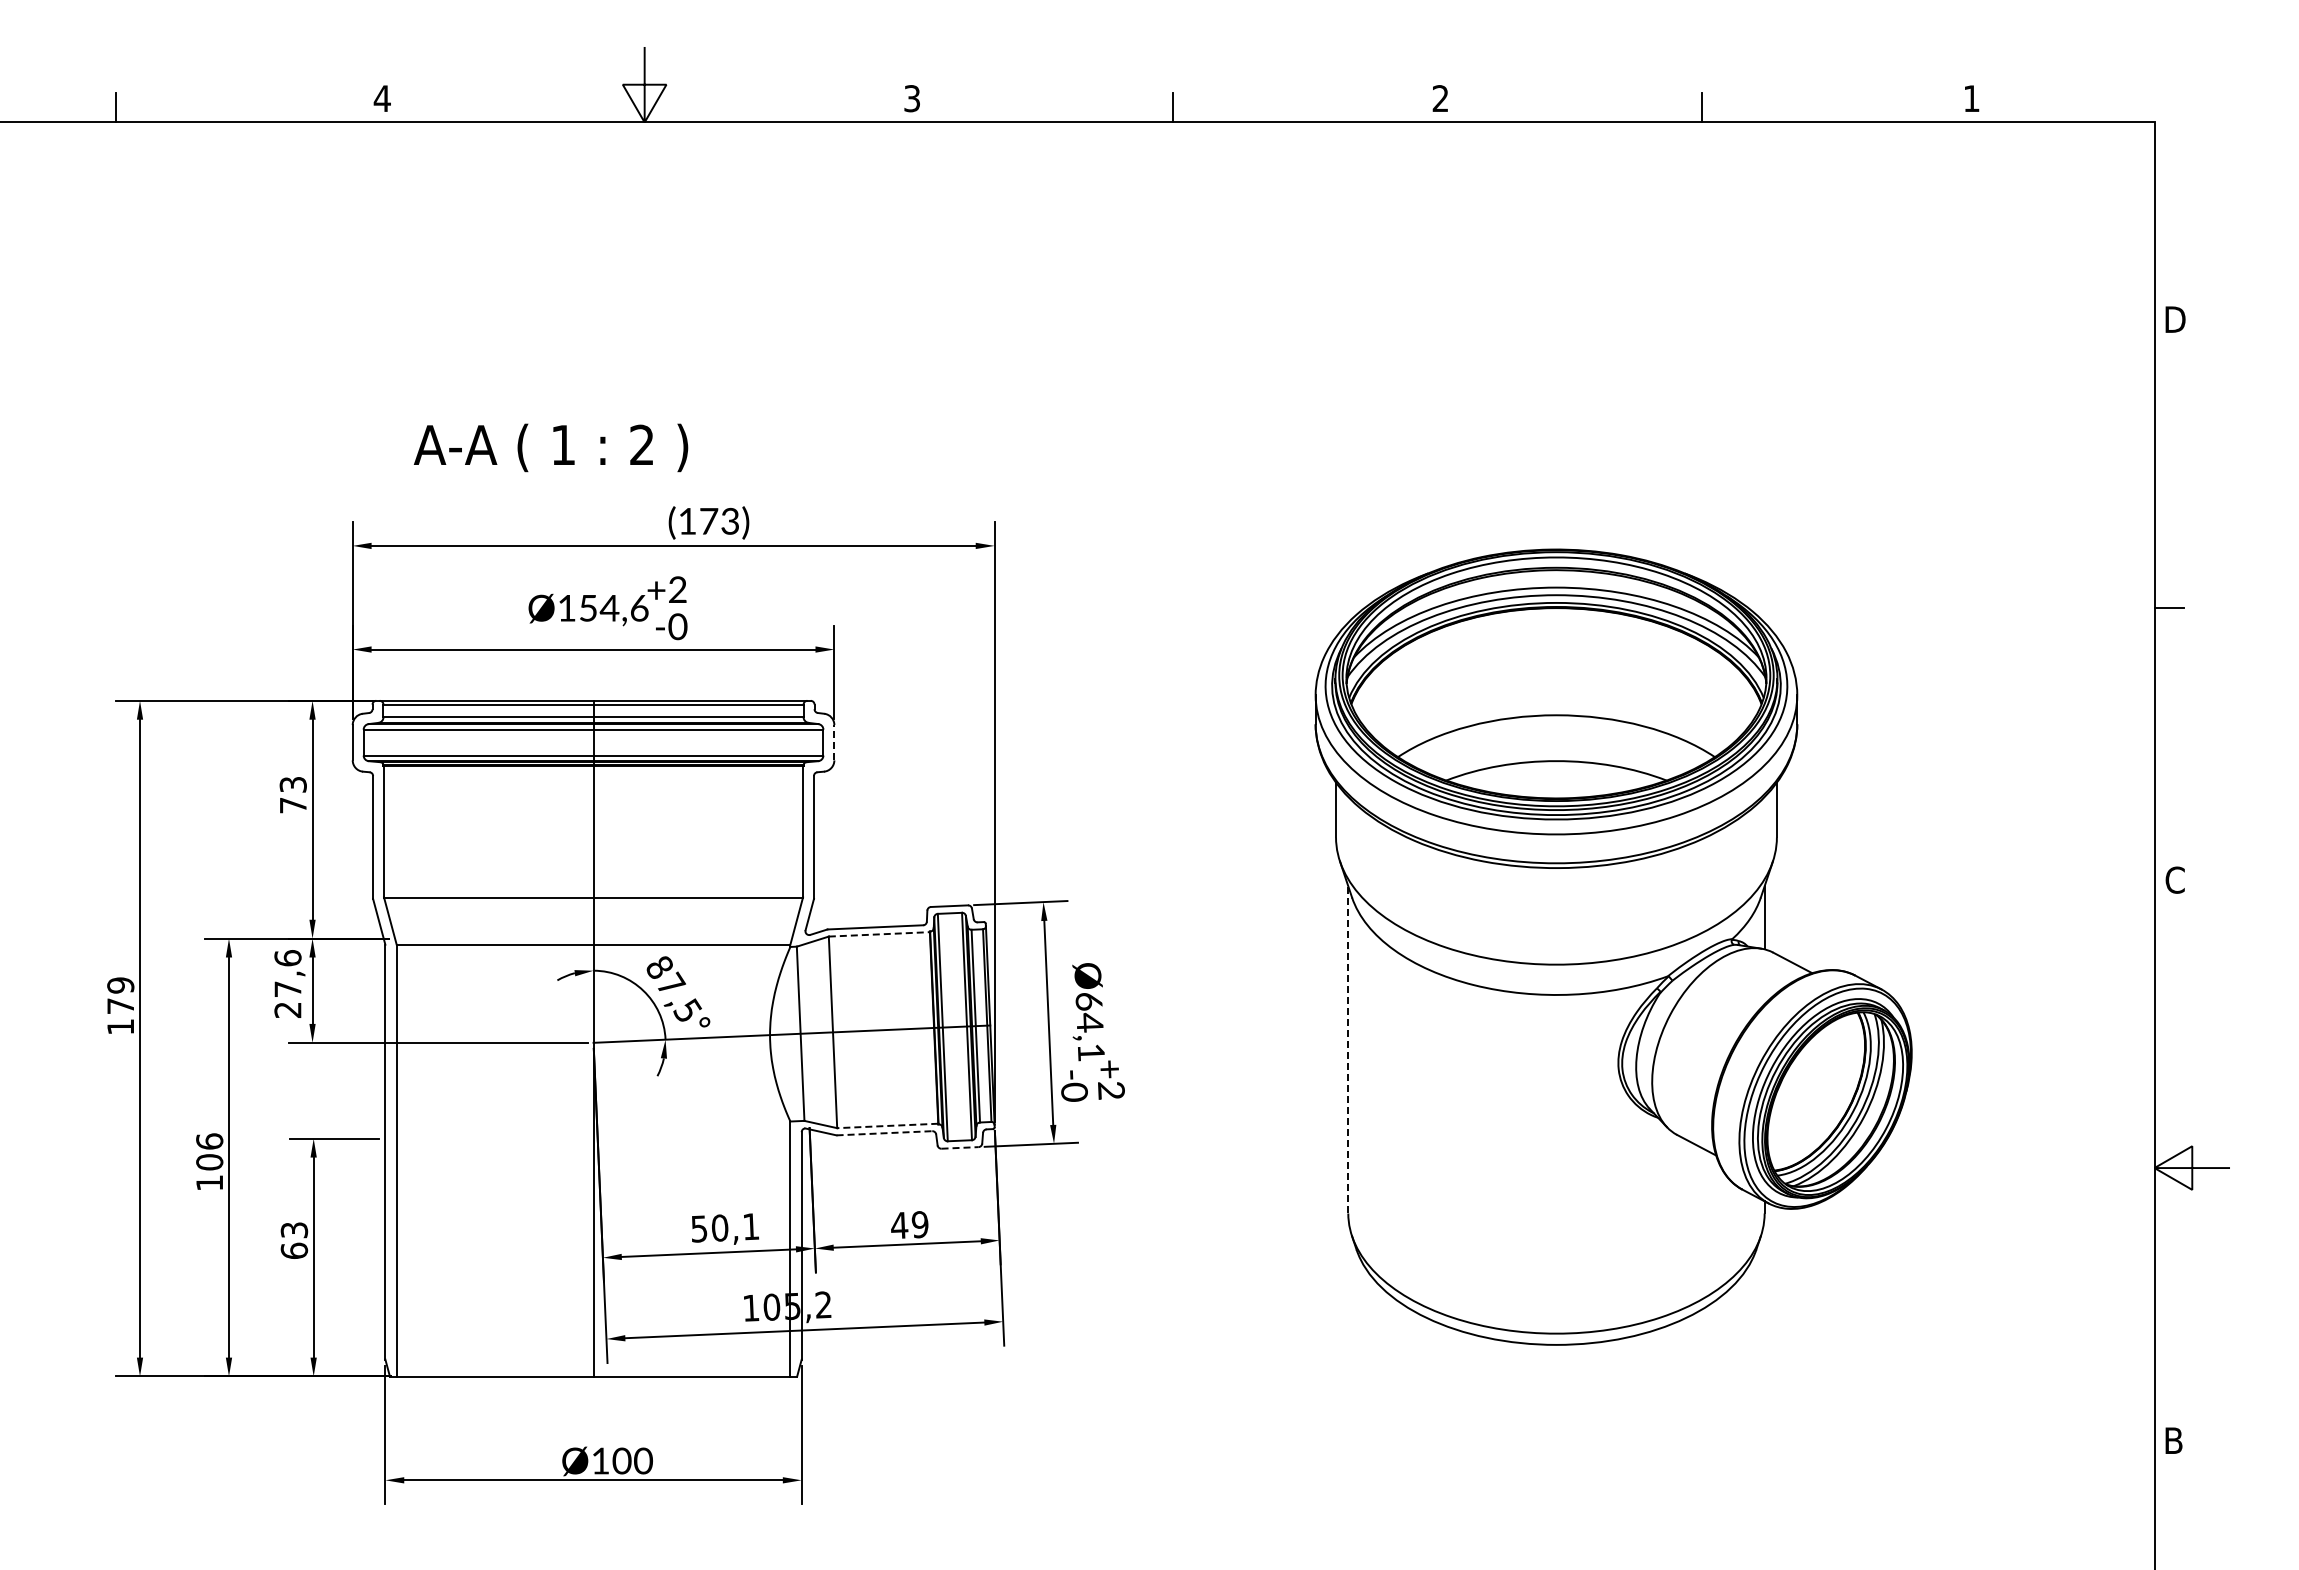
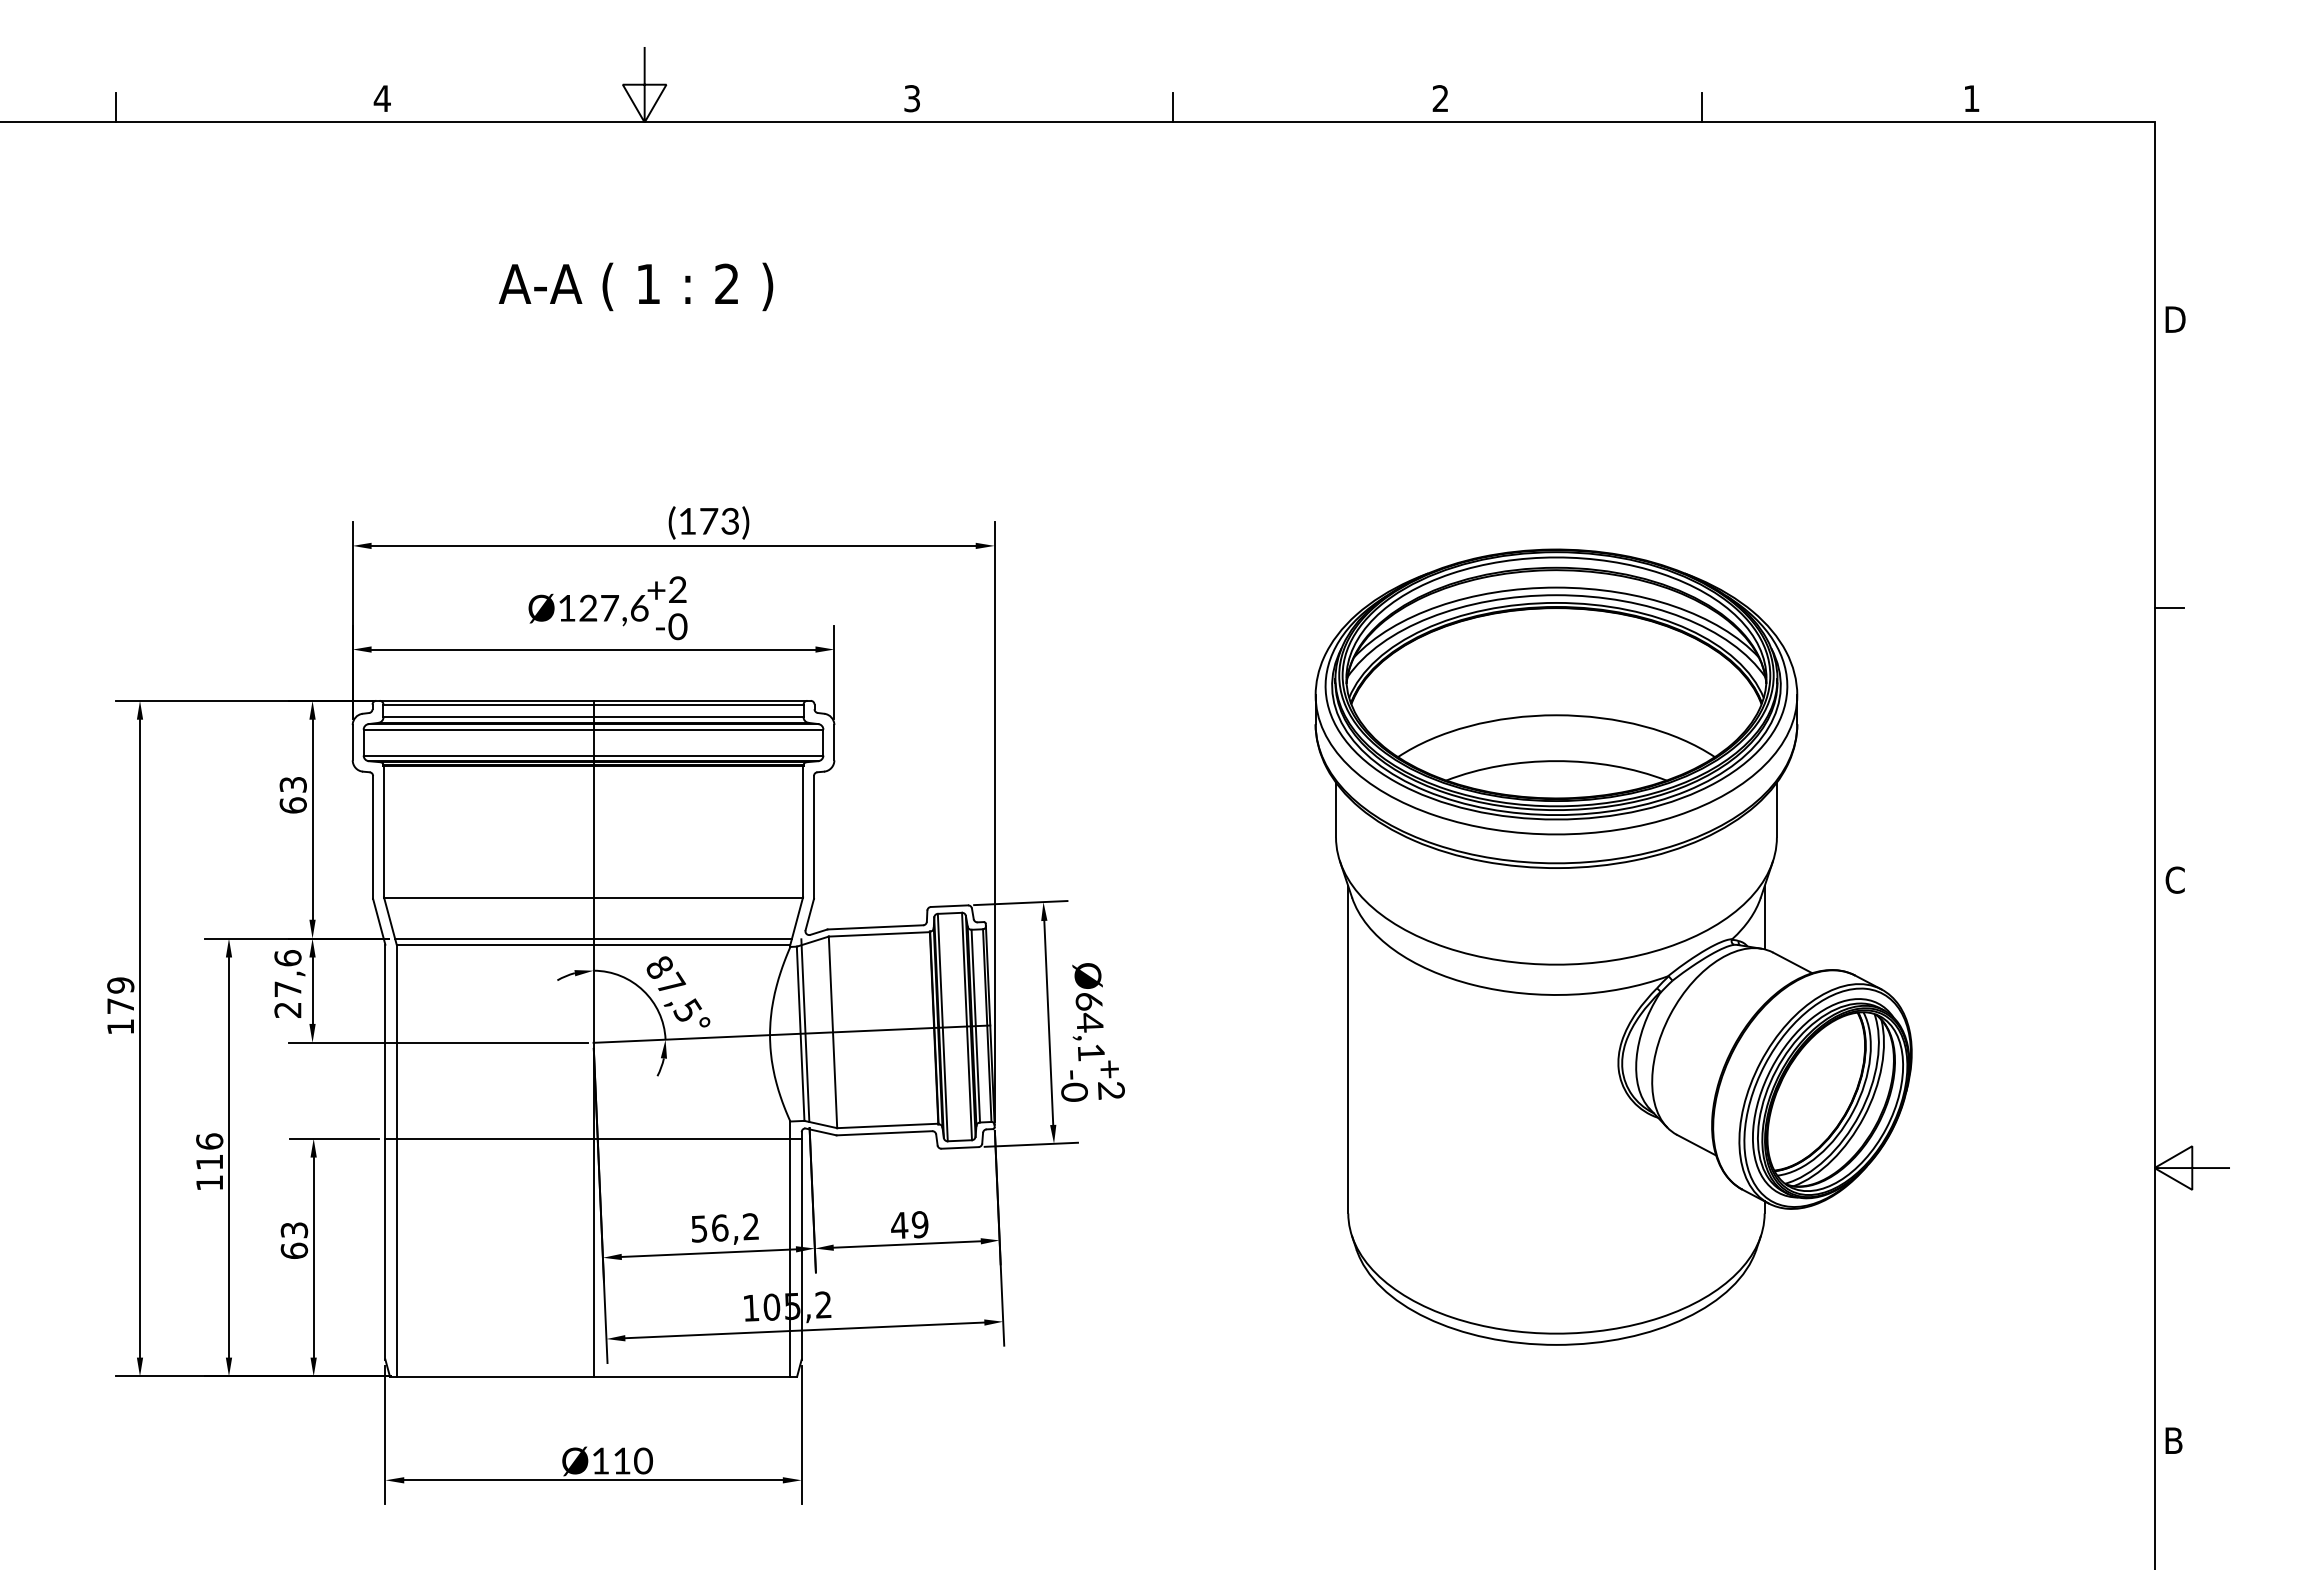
text at (550, 447) position: (550, 447) -> (635, 286)
text at (599, 607): Ø154,6 -> Ø127,6
line at (834, 742): dashed -> solid
text at (292, 805): 73 -> 63
line at (879, 934): dashed -> solid
line at (593, 938): none -> present
line at (805, 1030): none -> present
line at (1348, 1049): dashed -> solid
line at (887, 1125): dashed -> solid
line at (884, 1133): dashed -> solid
line at (593, 1138): none -> present
line at (960, 1147): dashed -> solid
text at (209, 1162): 106 -> 116
text at (735, 1227): 50,1 -> 56,2
text at (621, 1460): Ø100 -> Ø110
